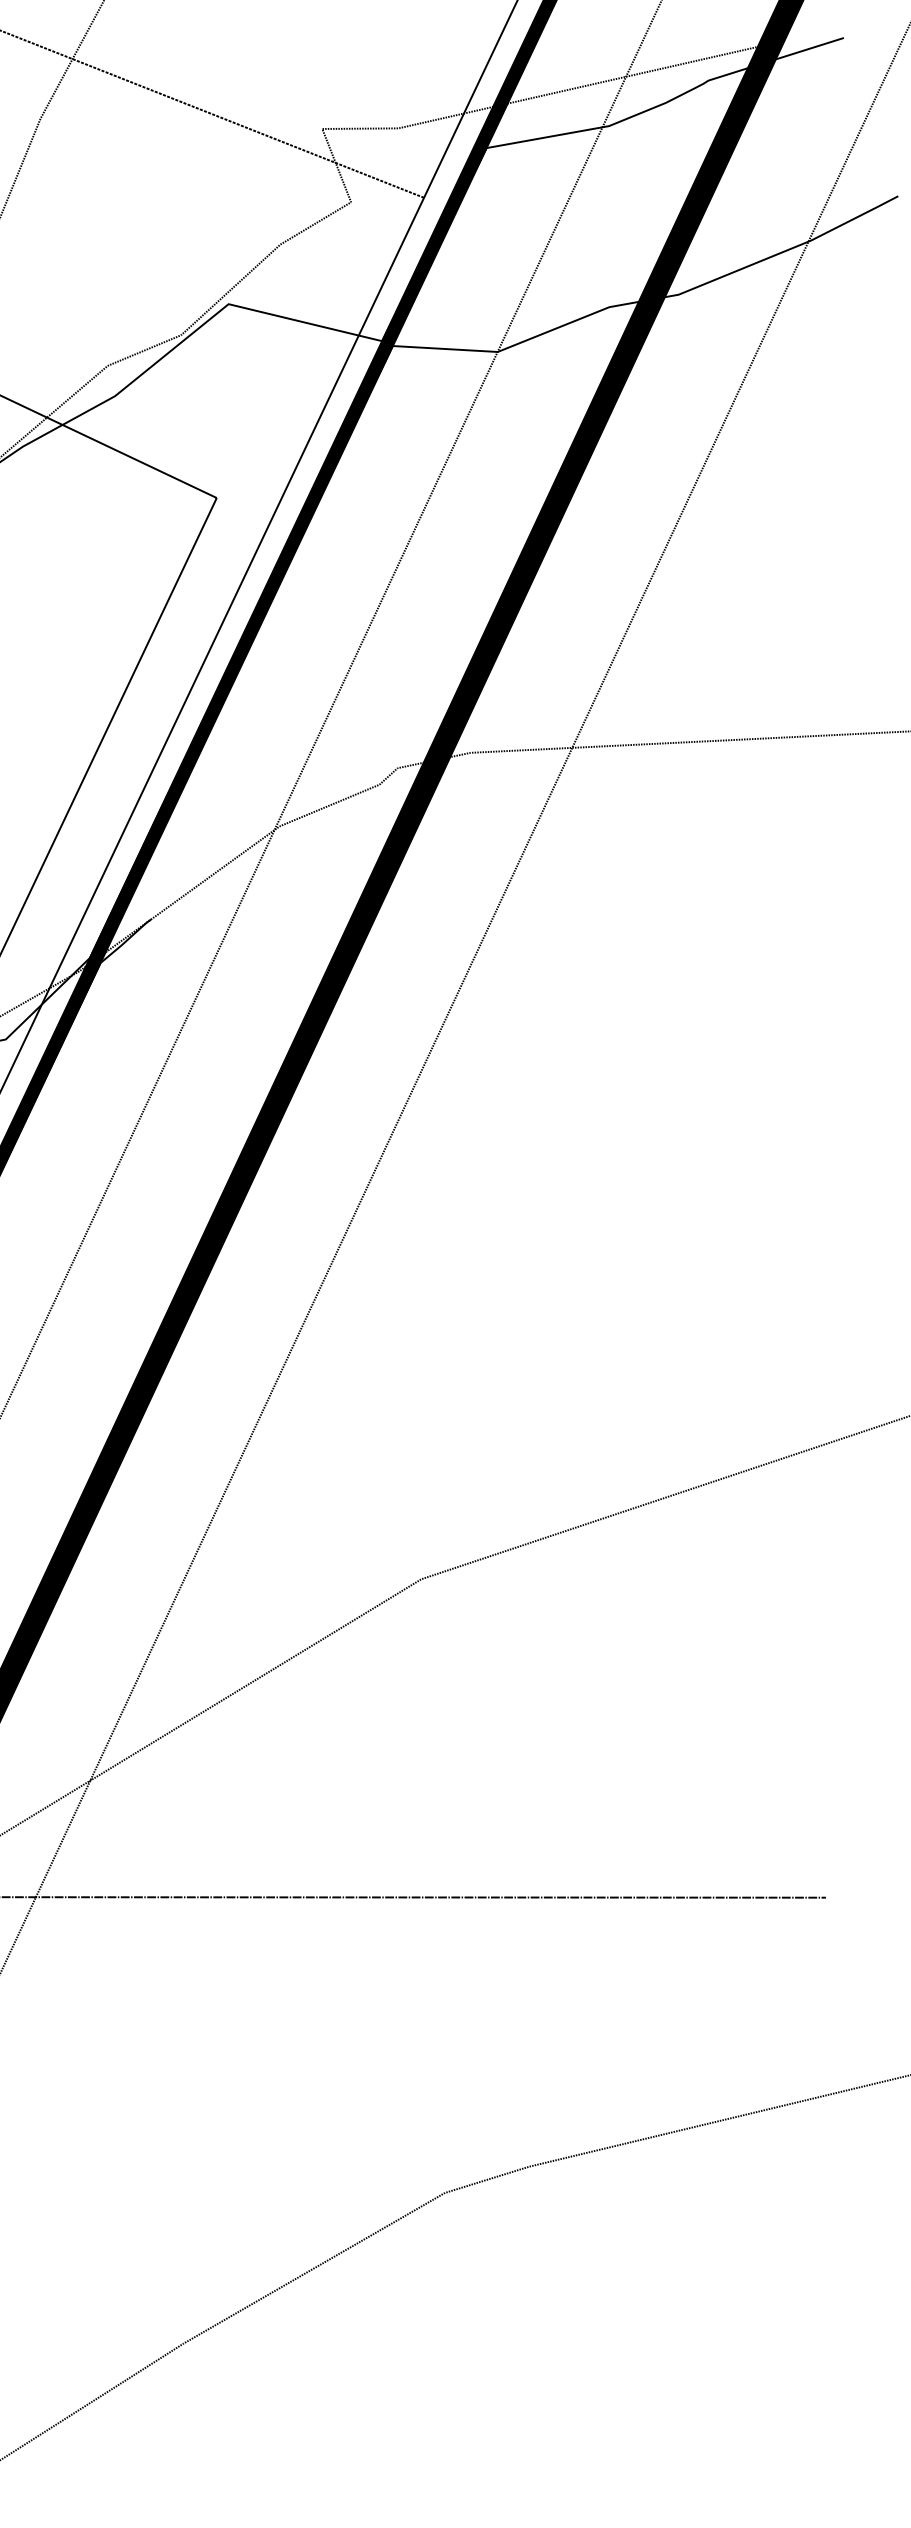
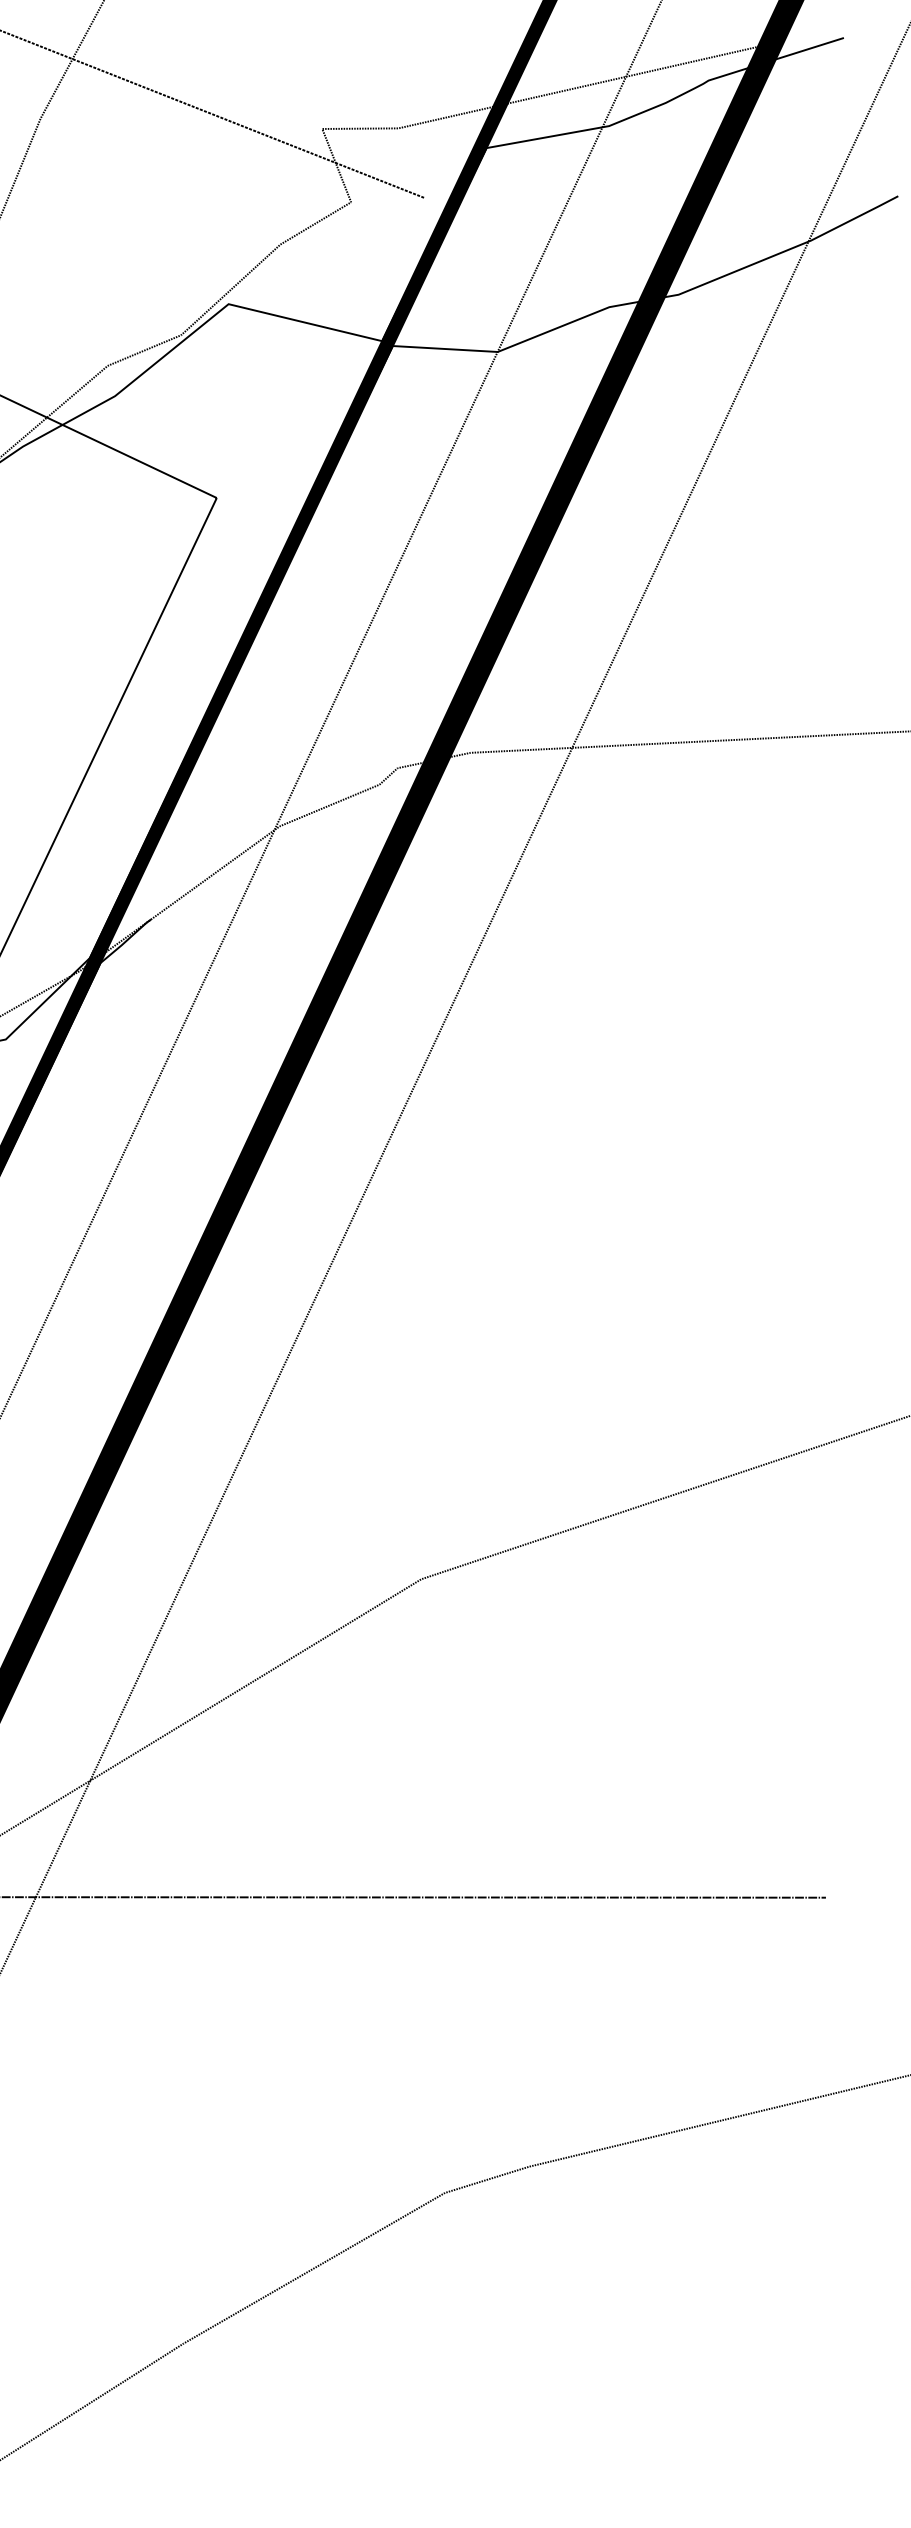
line at (259, 544): present -> none
